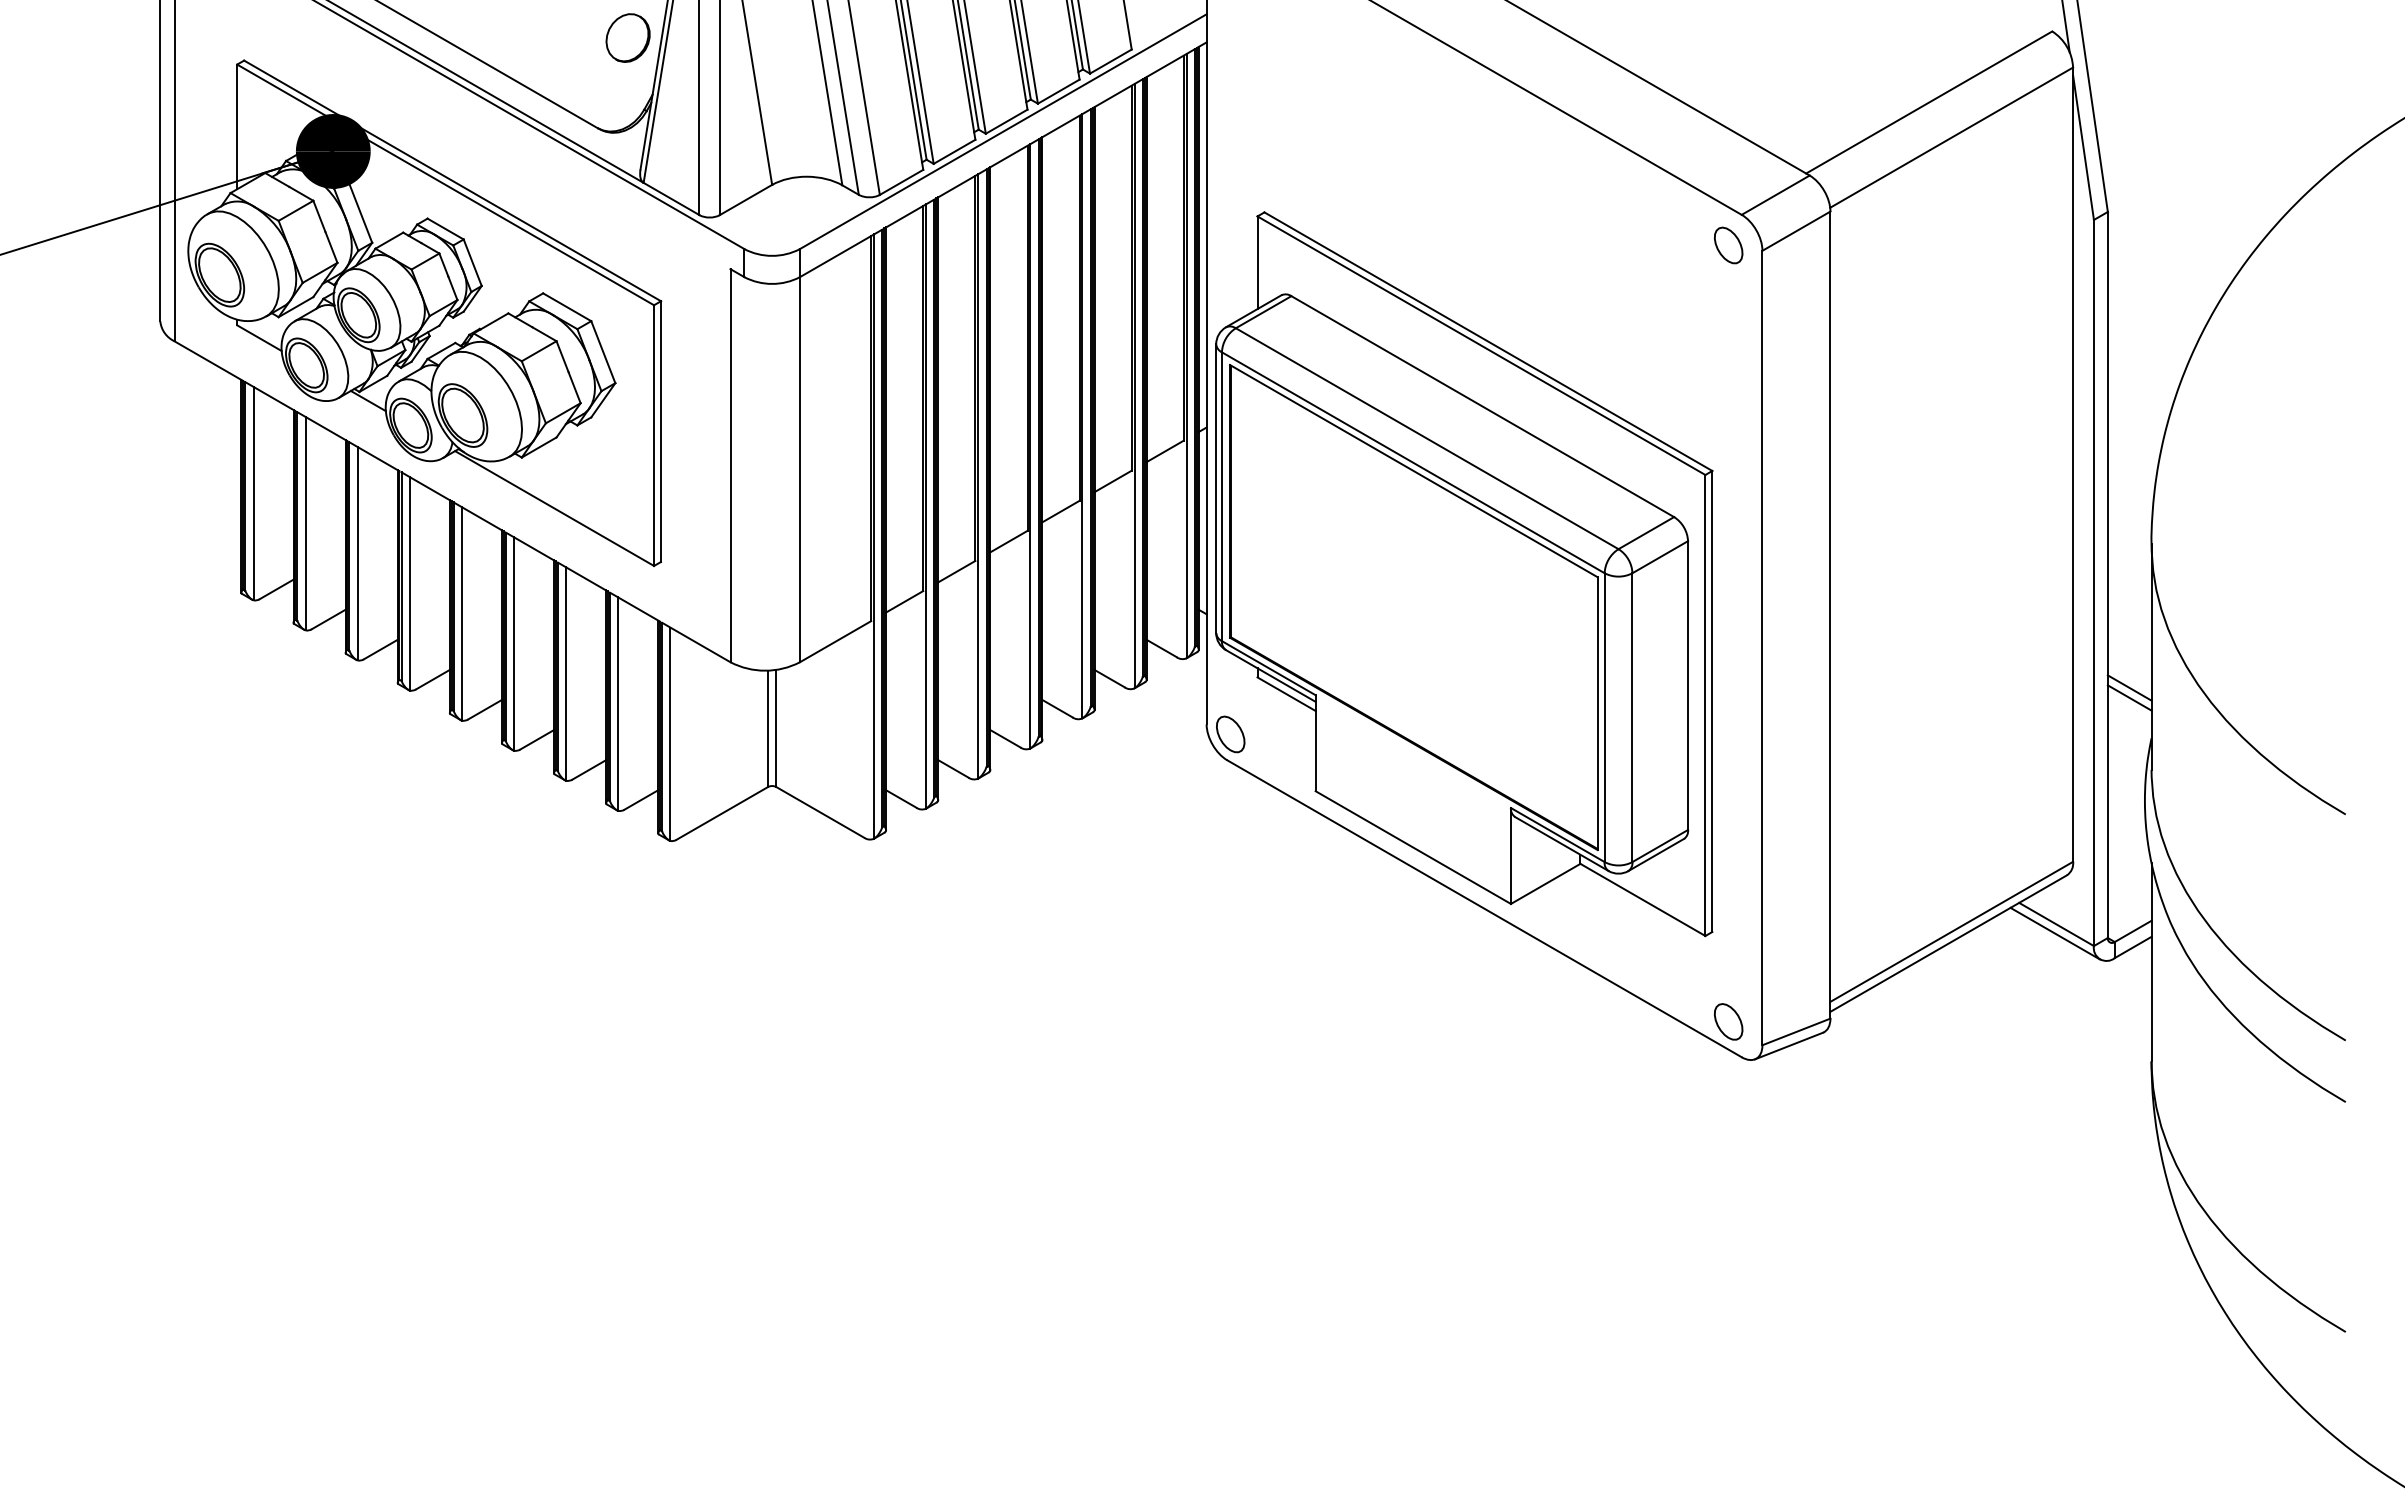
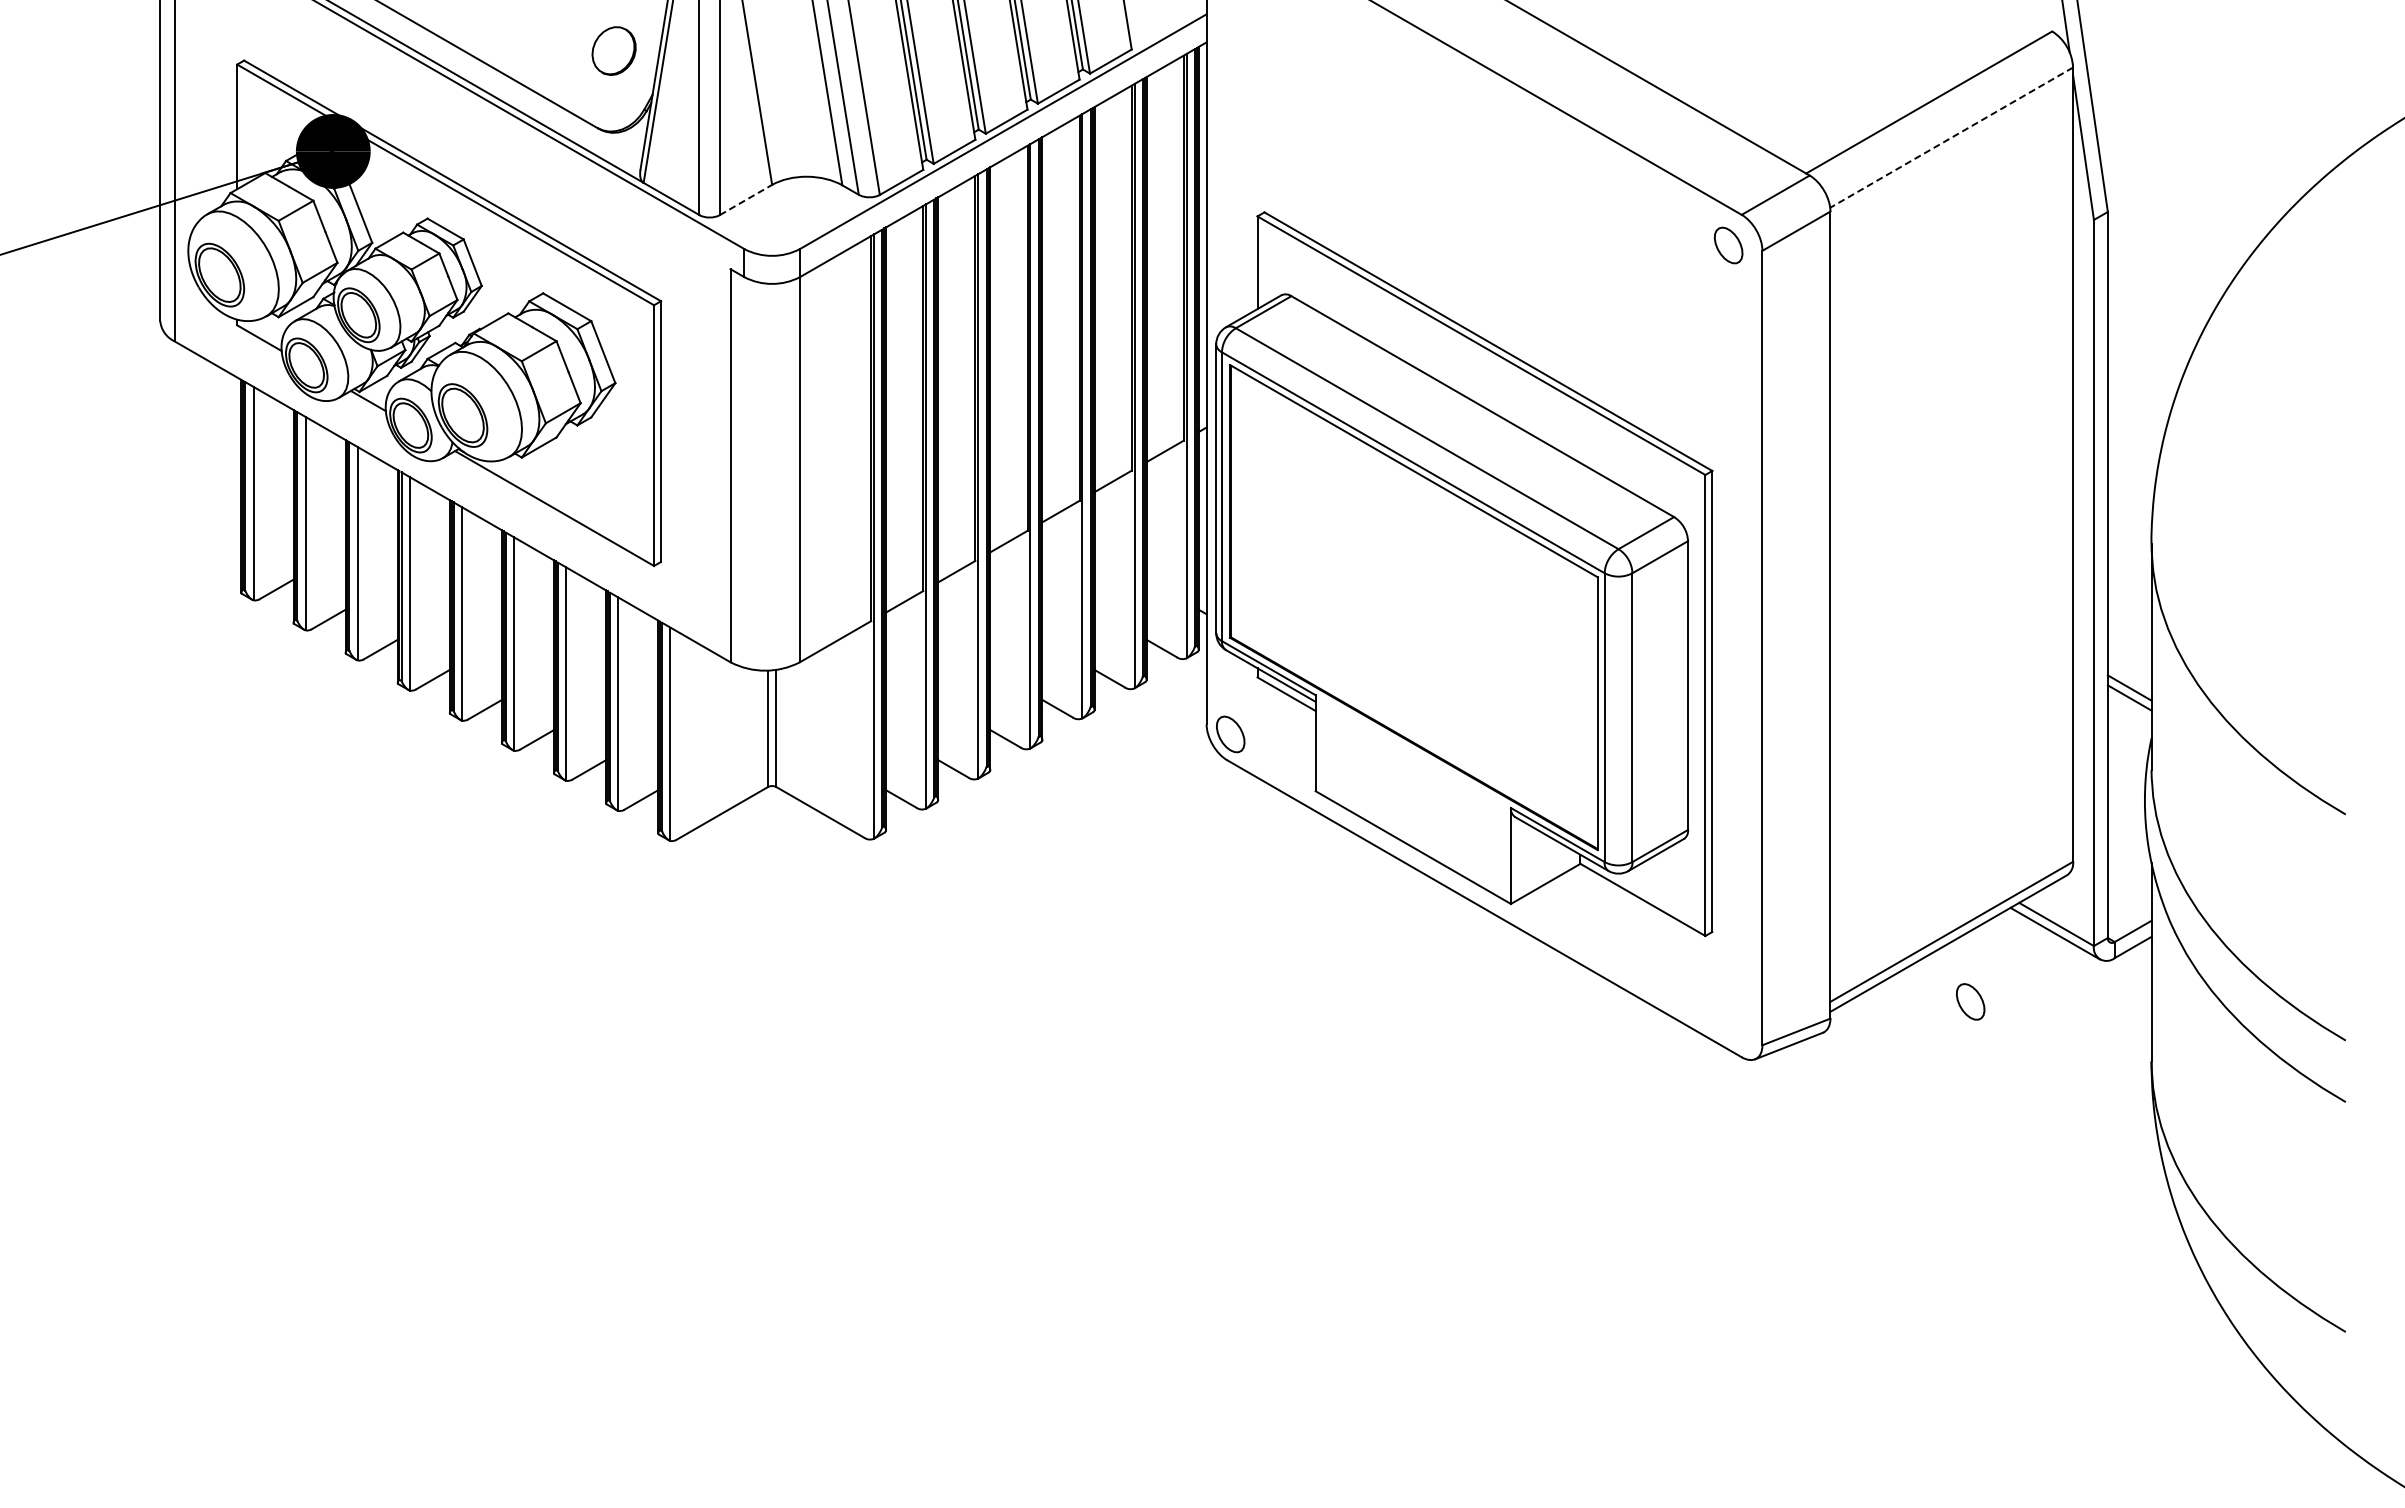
part at (627, 37) position: (627, 37) -> (613, 50)
line at (1951, 137): solid -> dashed
line at (746, 199): solid -> dashed
part at (1728, 1021) position: (1728, 1021) -> (1970, 1001)
